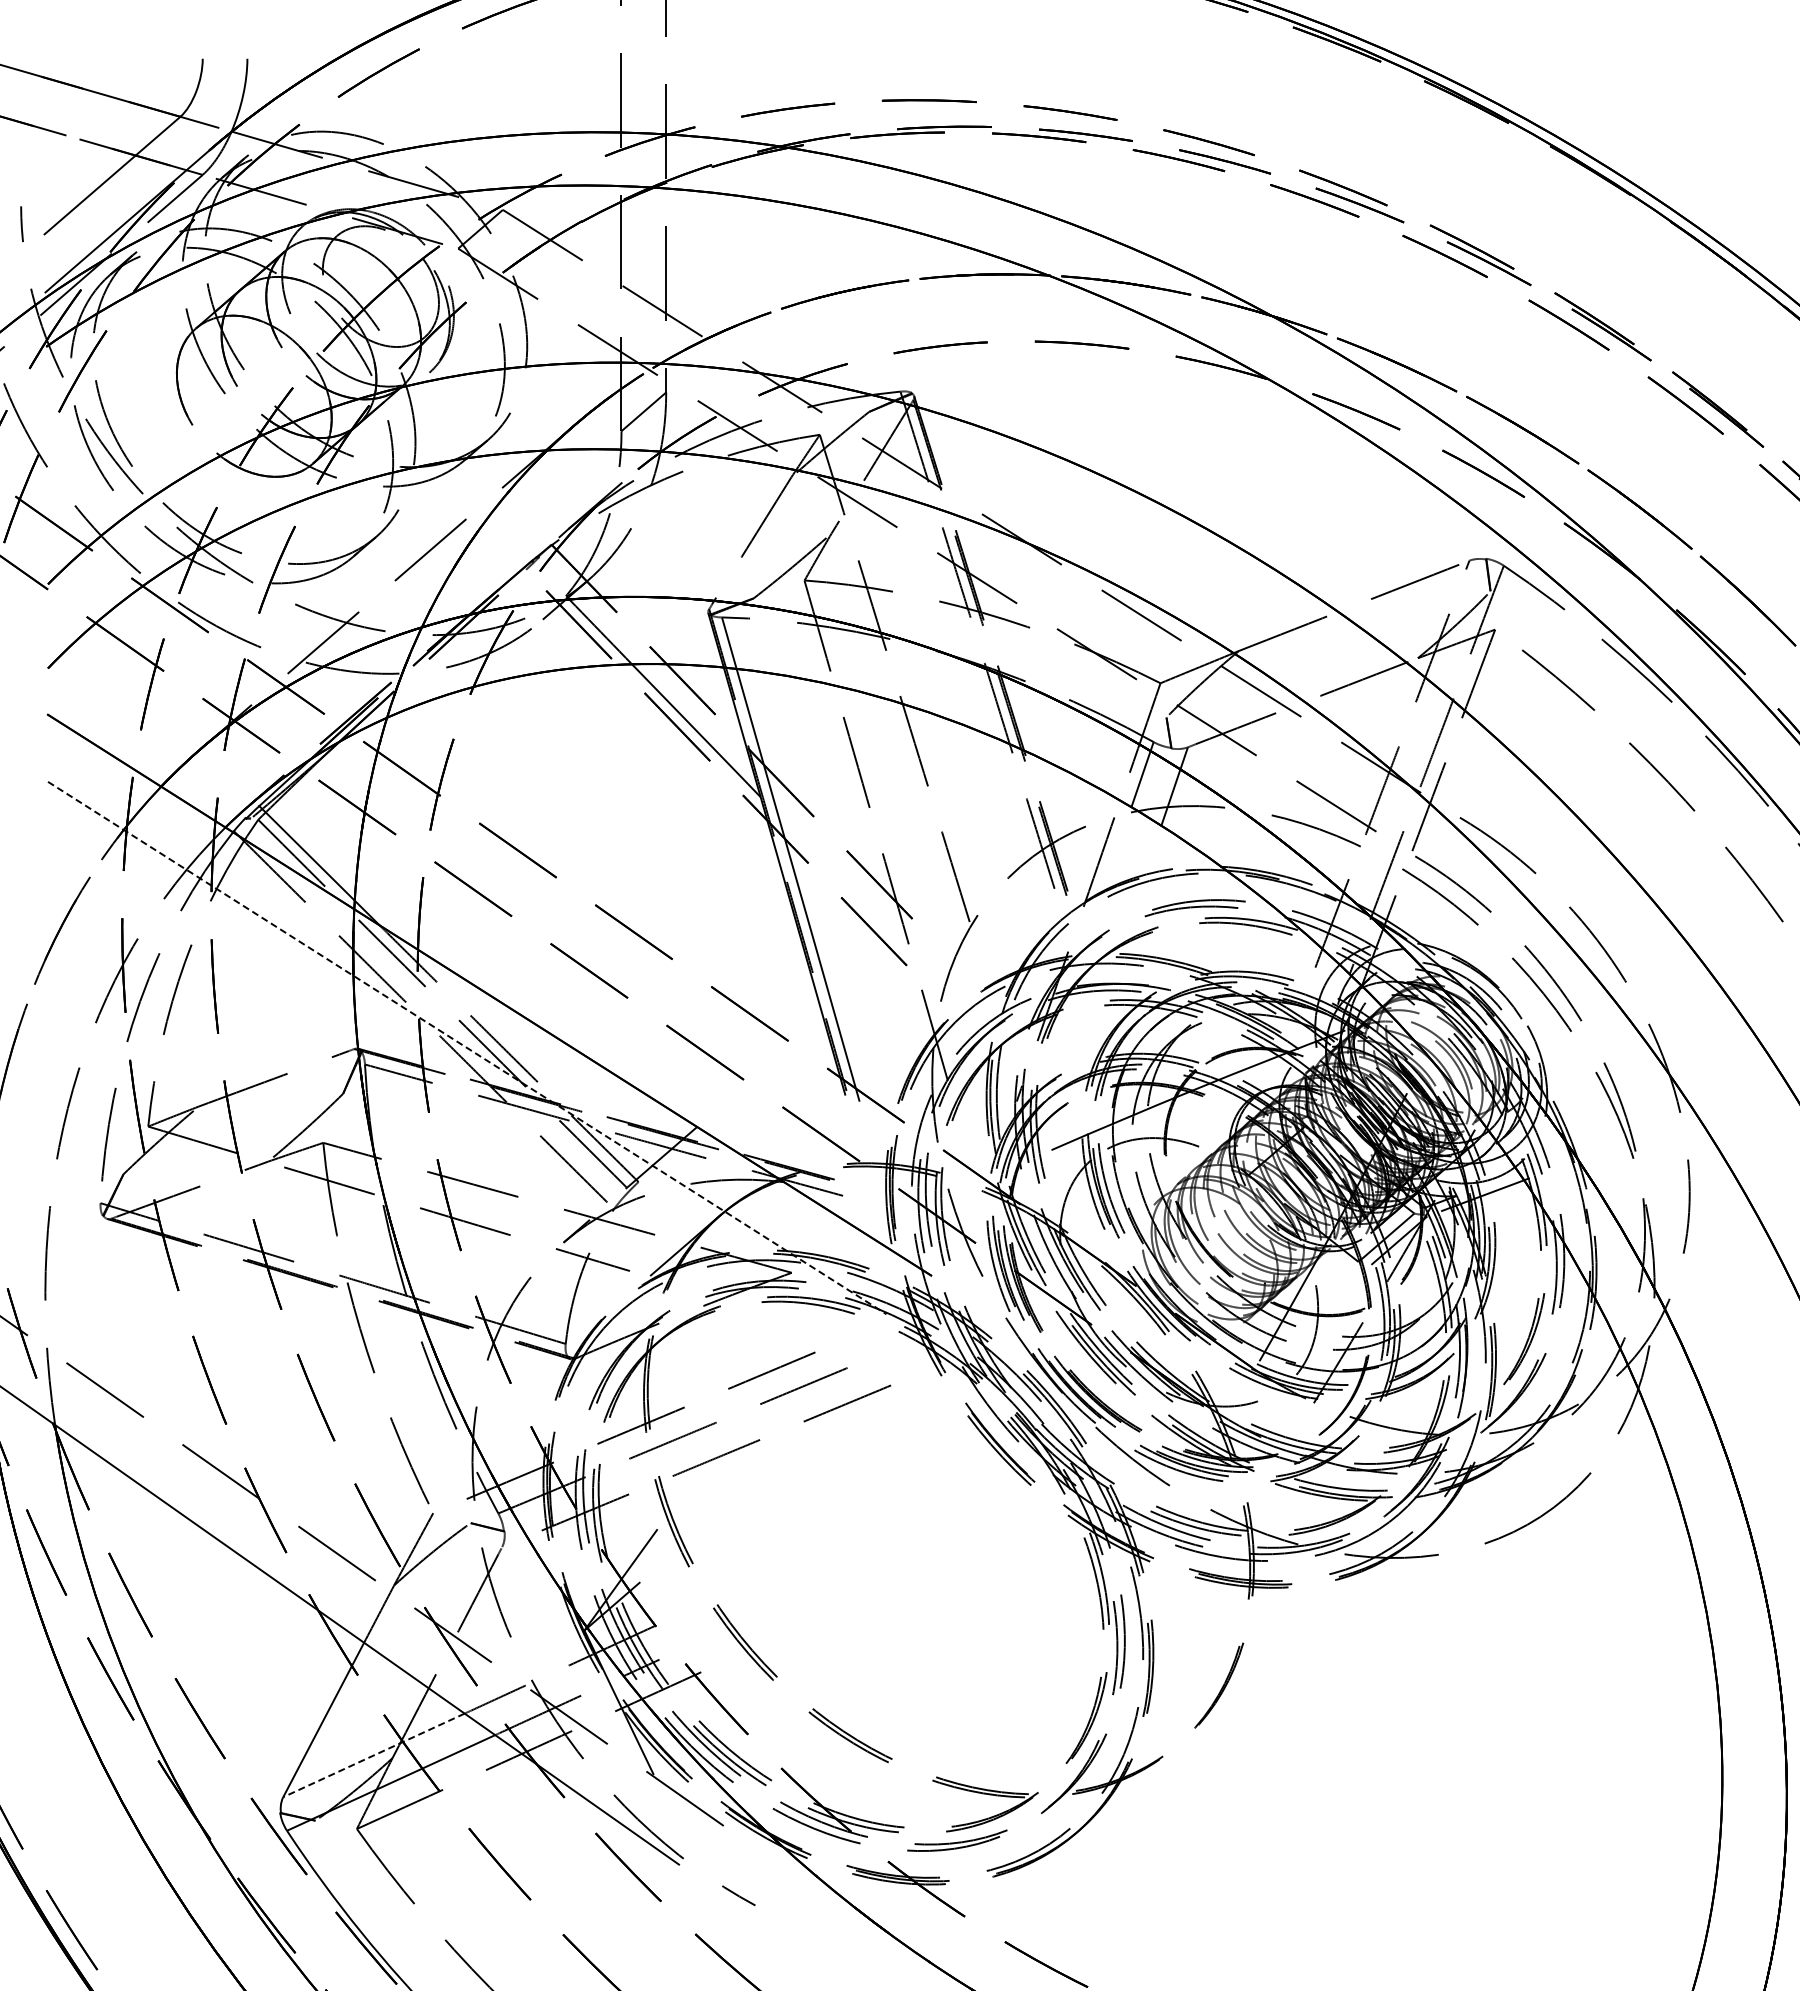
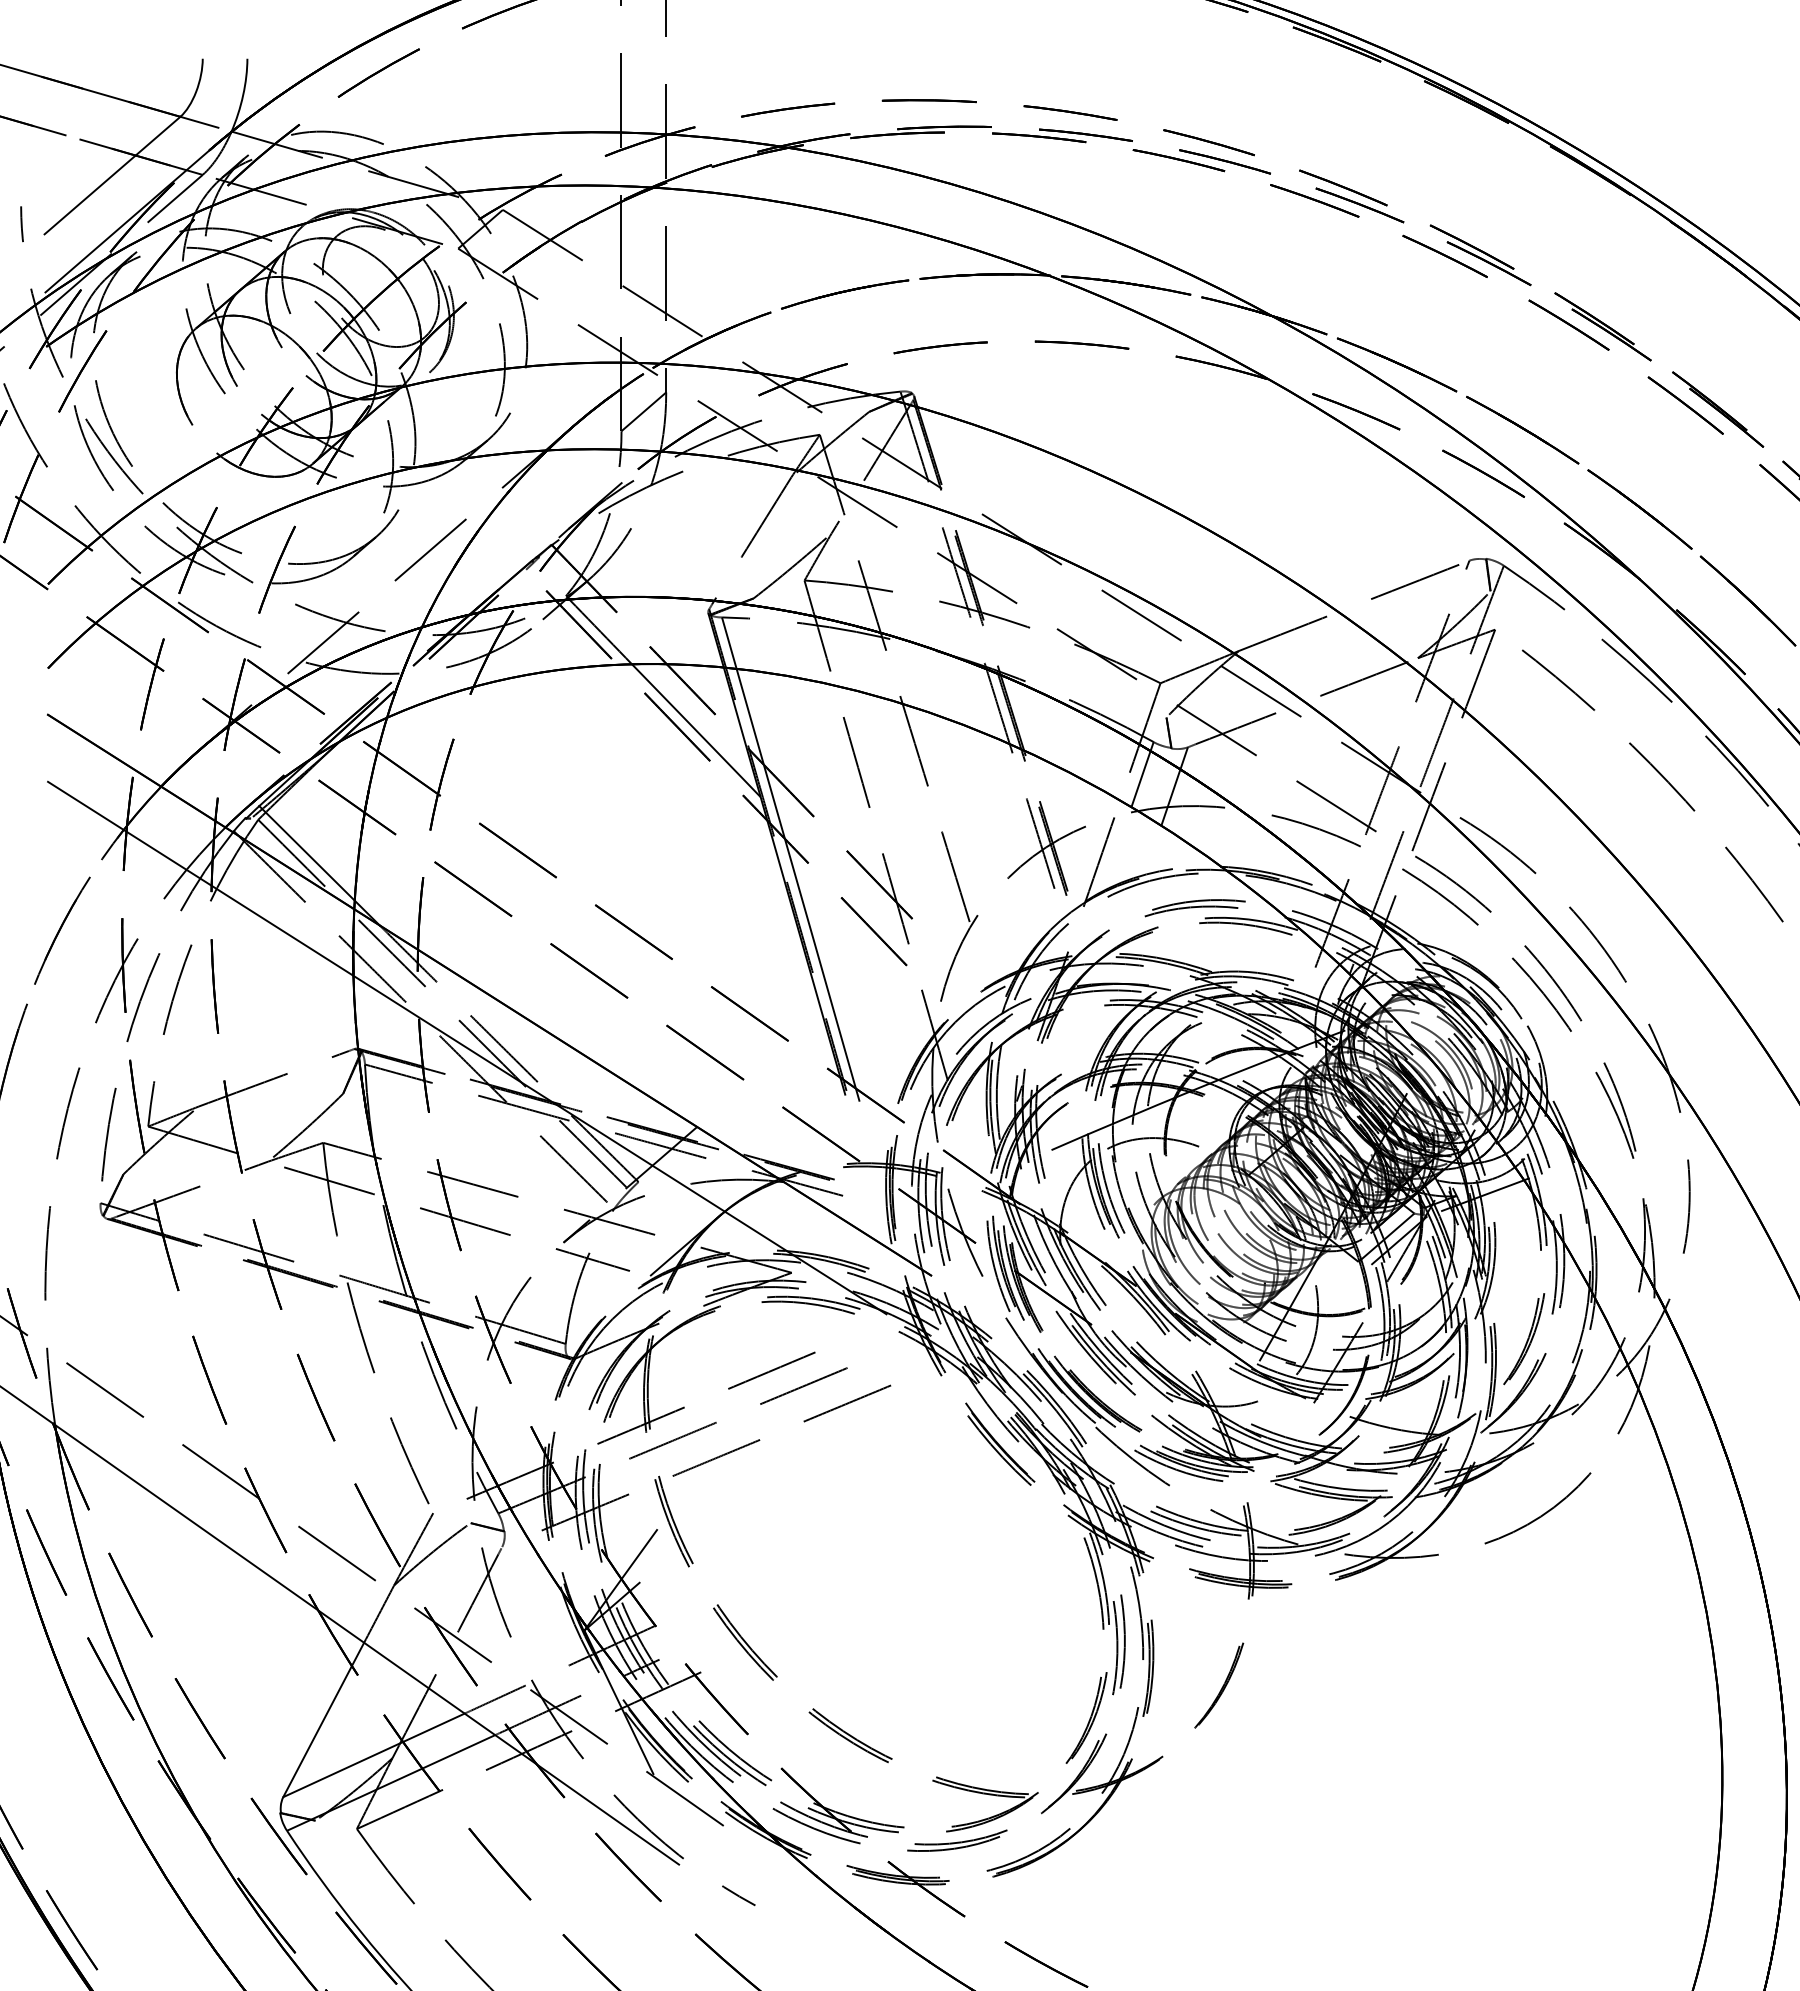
line at (467, 1048): dashed -> solid
line at (373, 1755): dashed -> solid
